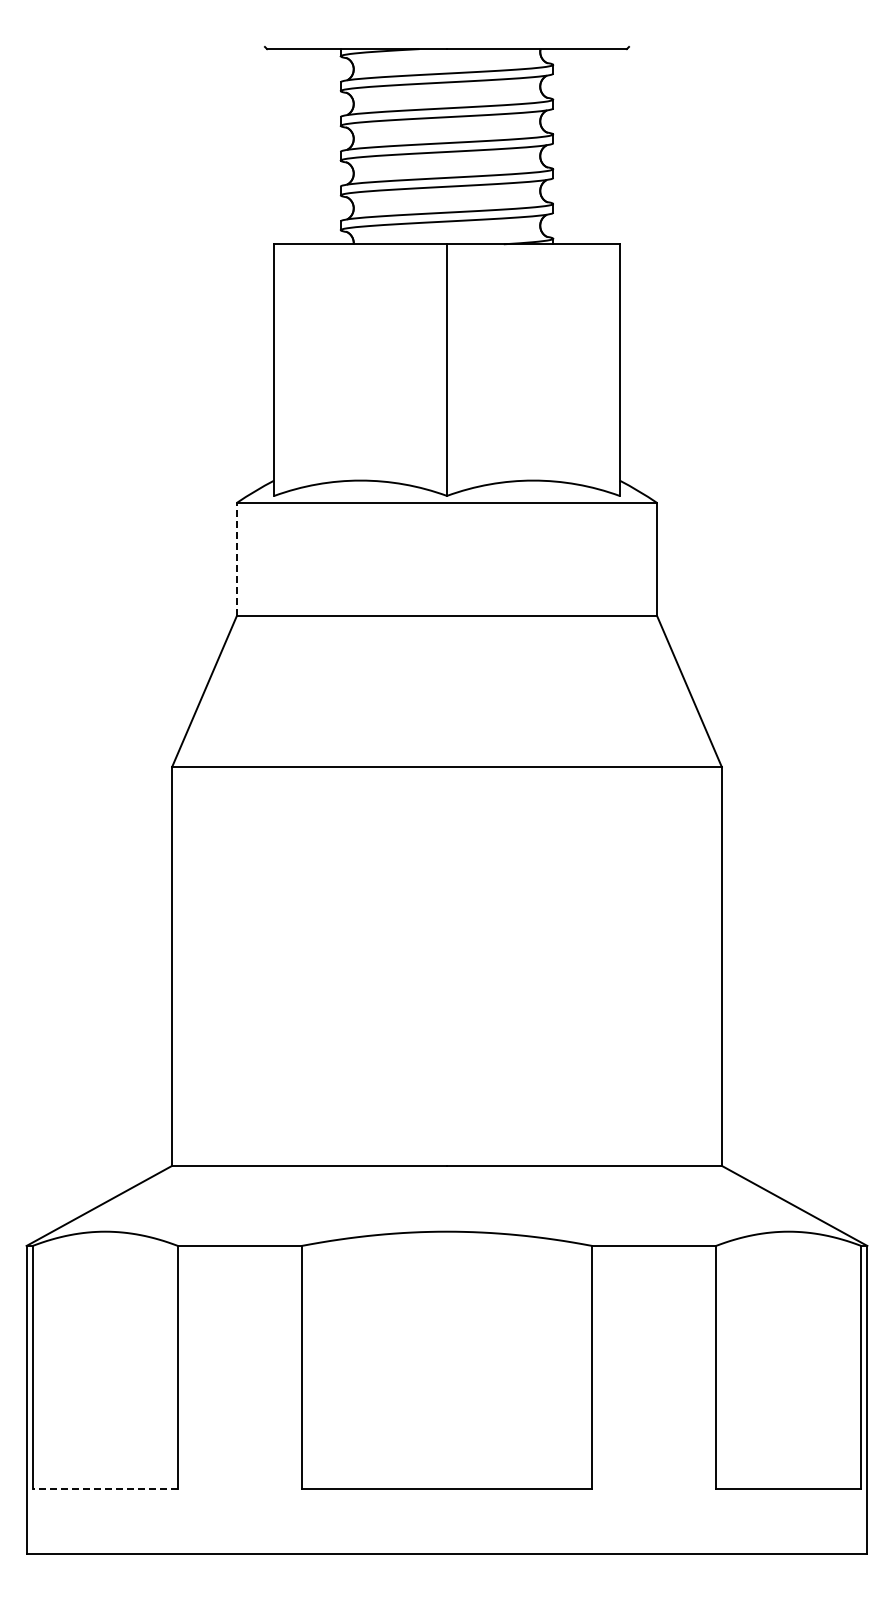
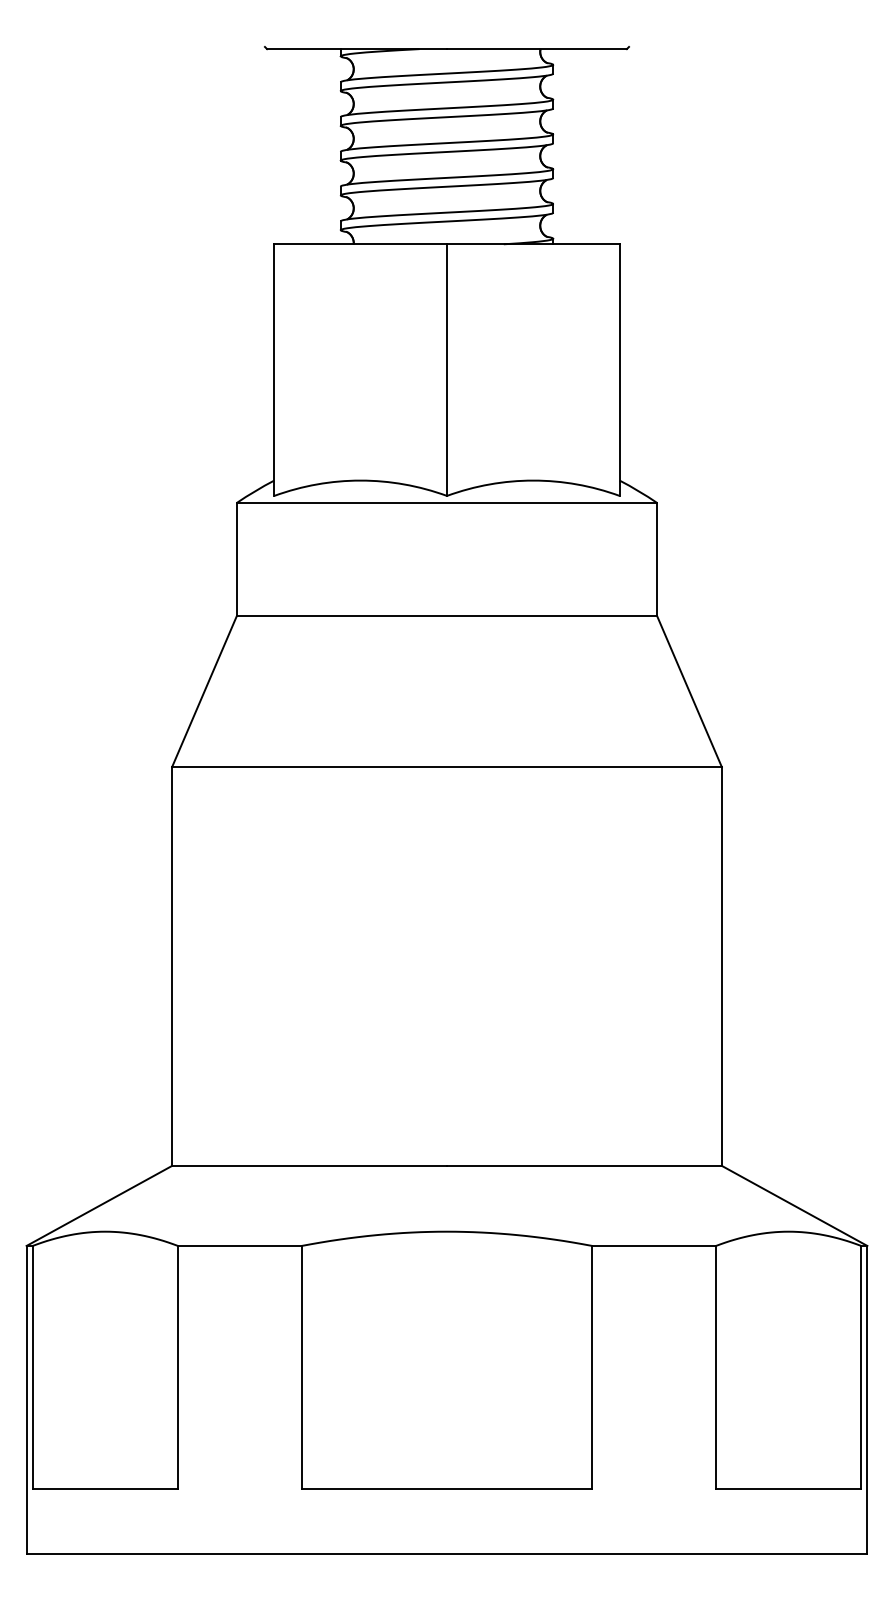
line at (236, 559): dashed -> solid
line at (105, 1489): dashed -> solid
